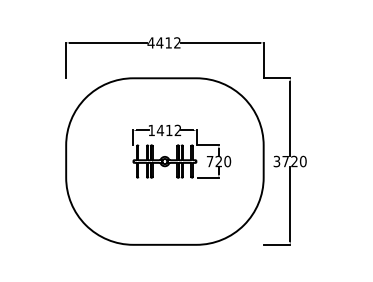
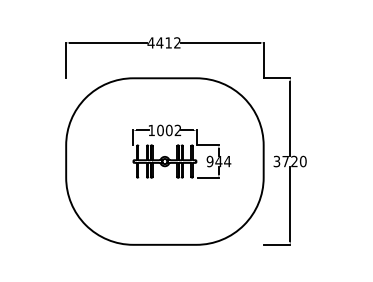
text at (164, 130): 1412 -> 1002
text at (218, 161): 720 -> 944
